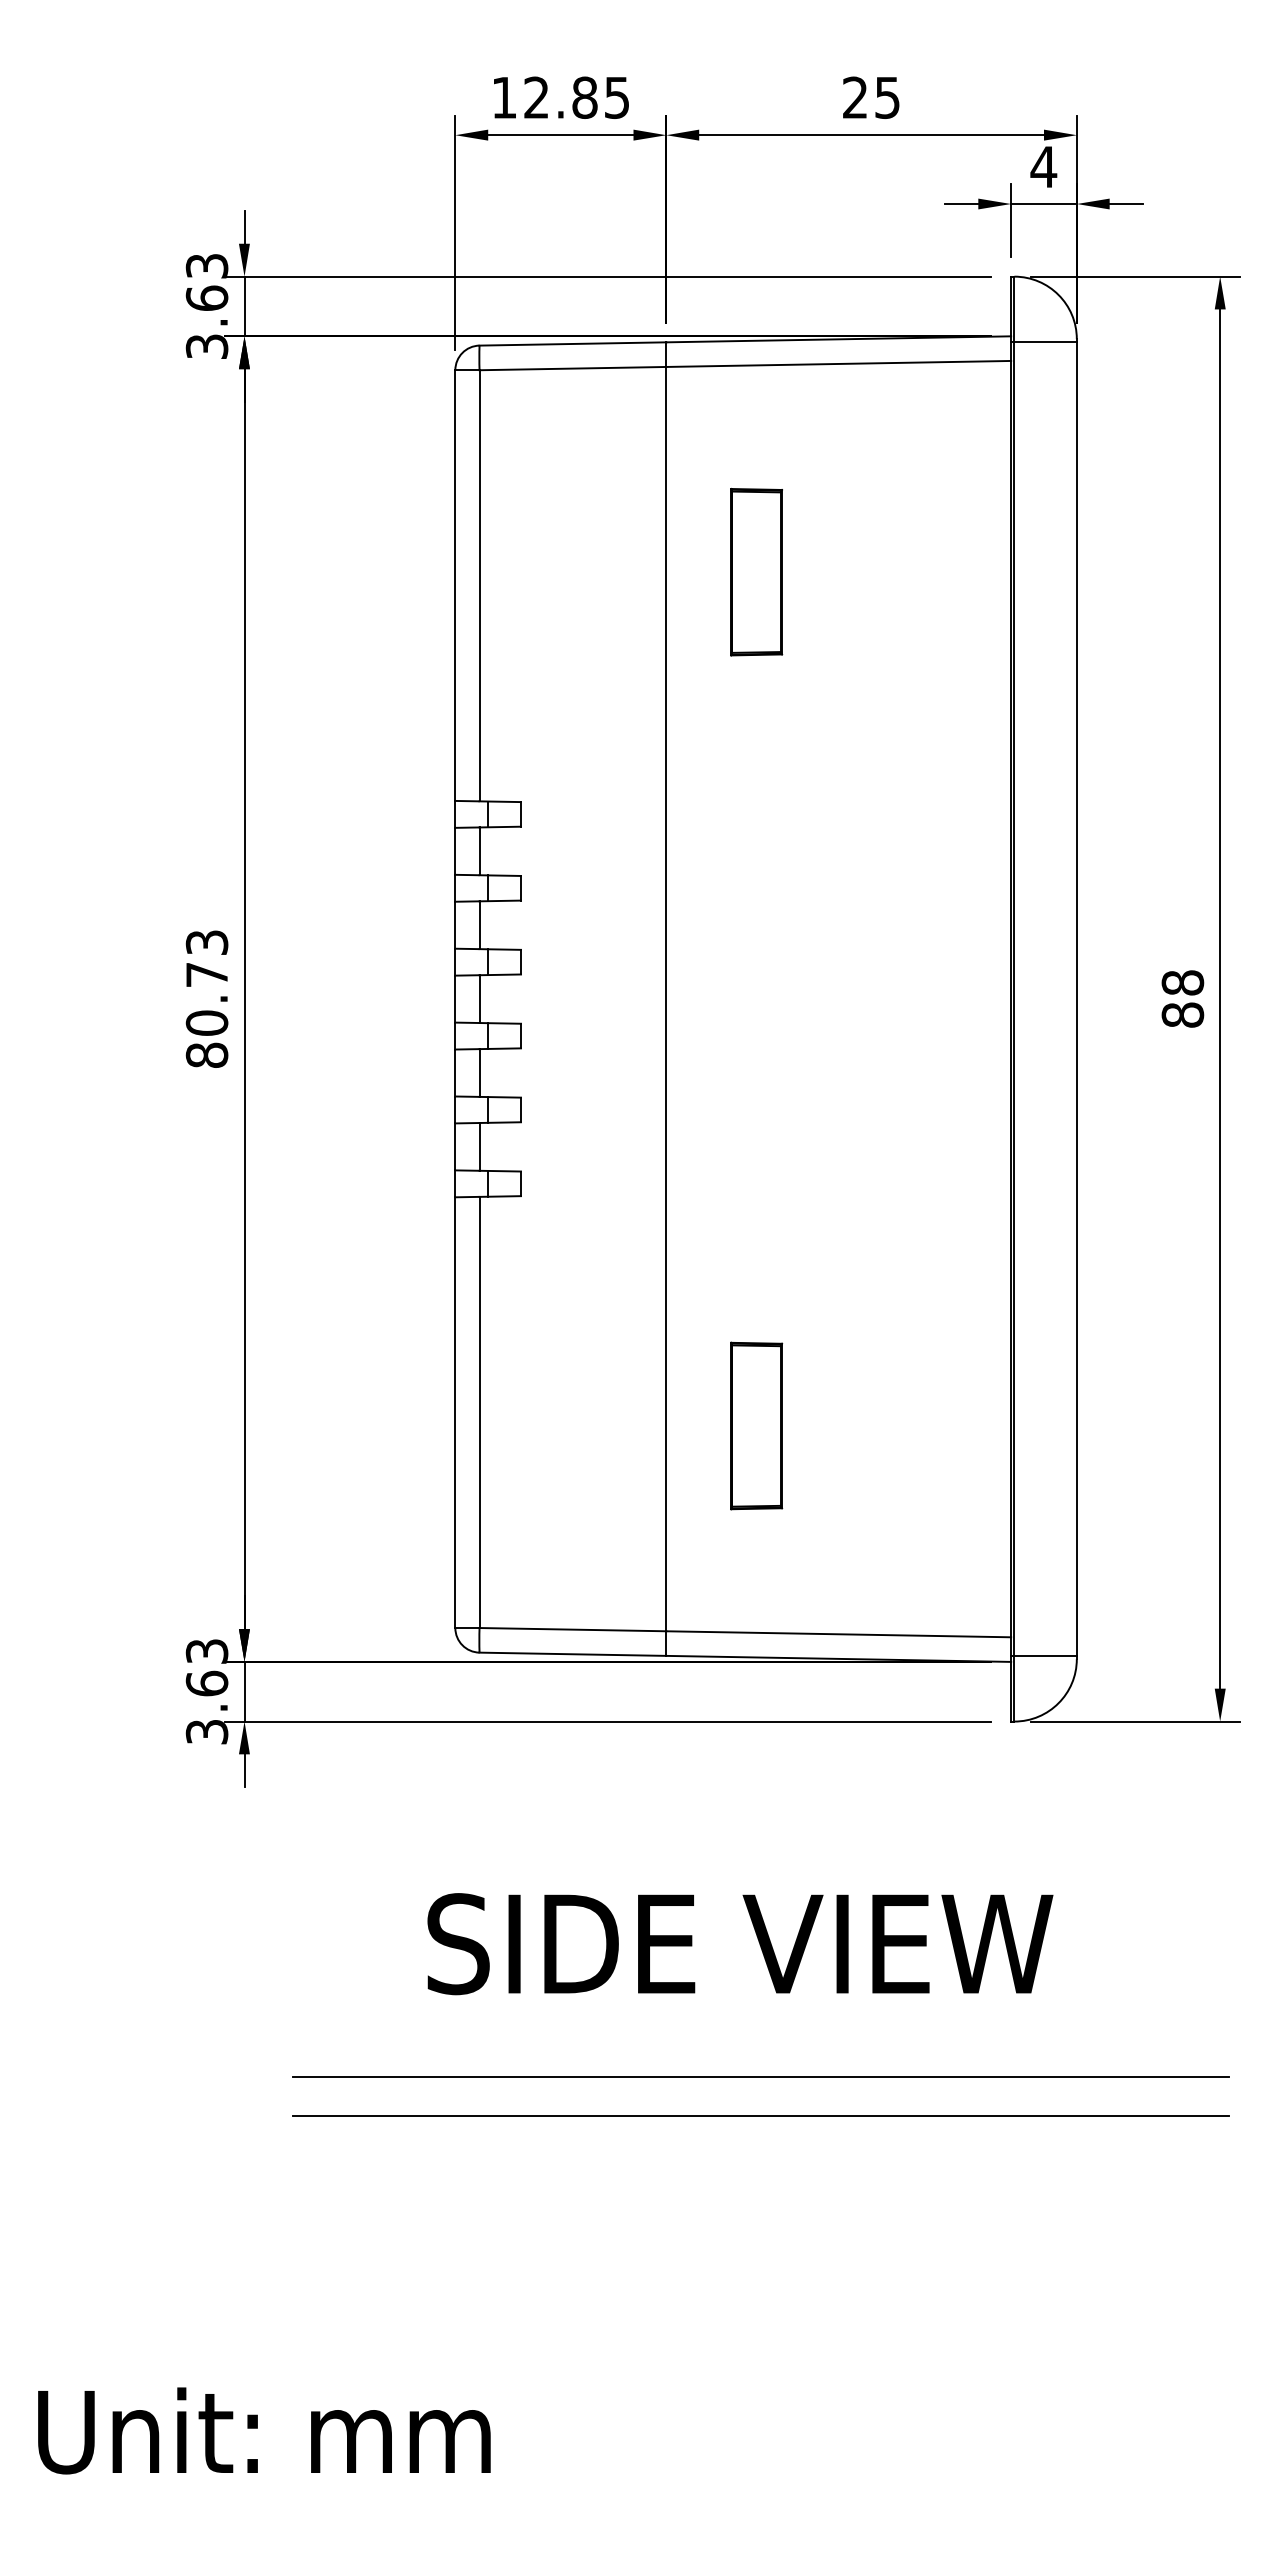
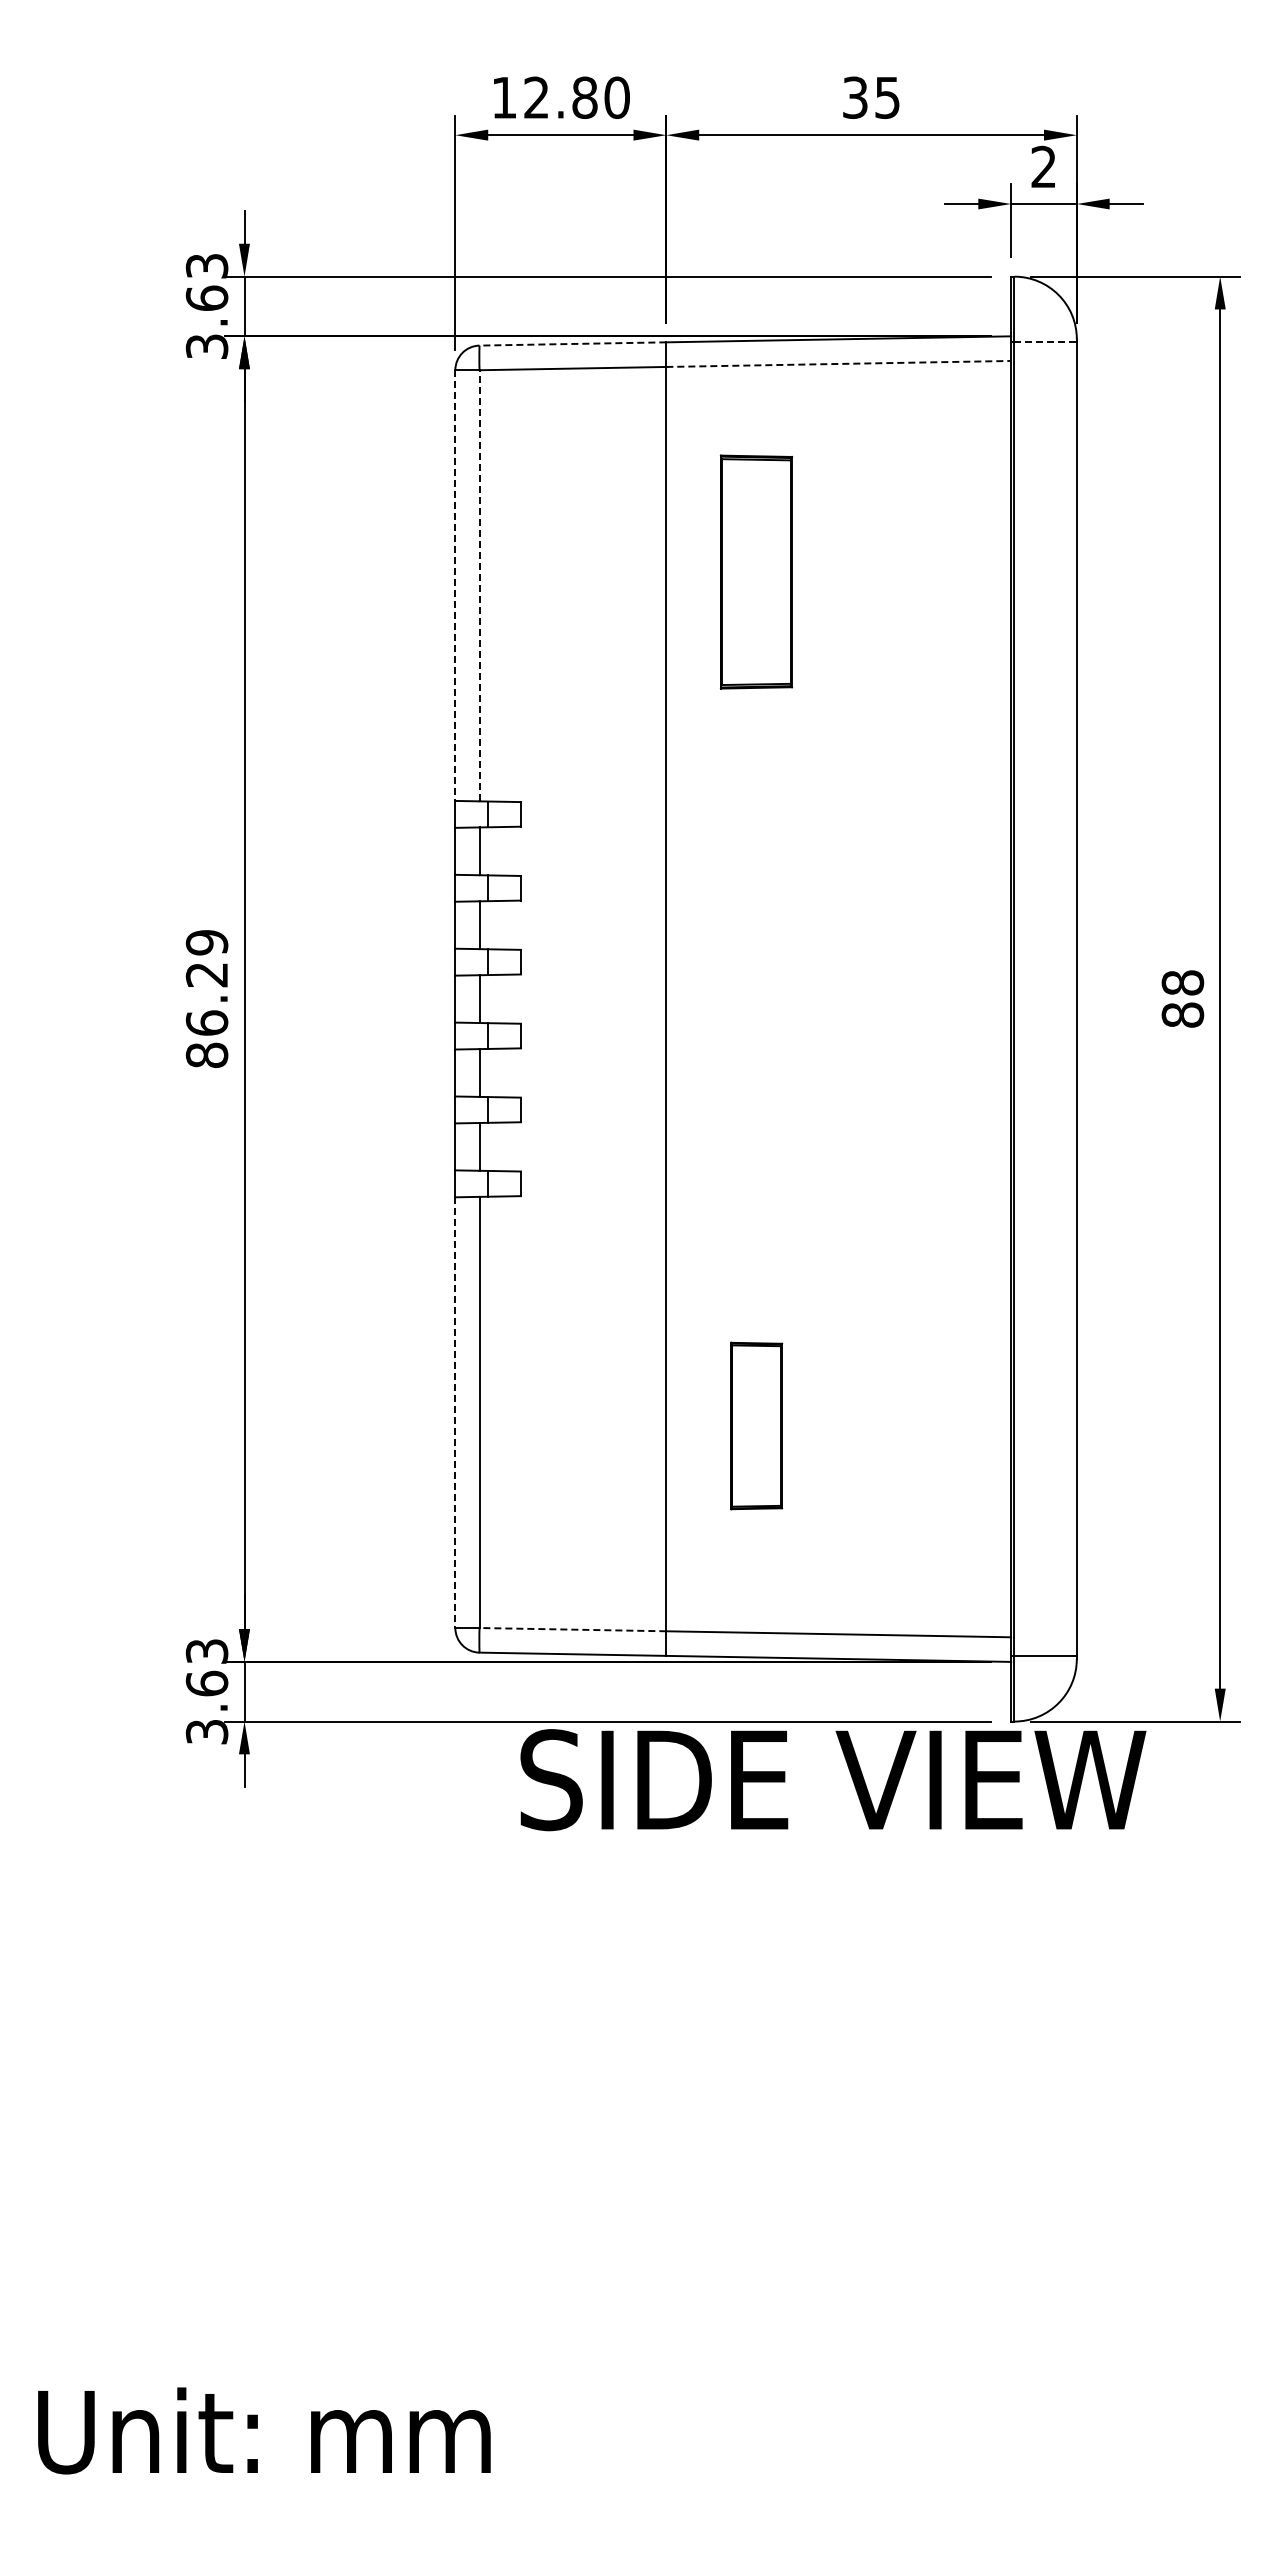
text at (616, 97): 12.85 -> 12.80
text at (855, 97): 25 -> 35
text at (1043, 166): 4 -> 2
line at (1046, 342): solid -> dashed
line at (572, 343): solid -> dashed
line at (839, 363): solid -> dashed
part at (756, 572) size: 54x169 px -> 75x236 px
line at (479, 585): solid -> dashed
line at (455, 586): solid -> dashed
text at (206, 982): 80.73 -> 86.29
line at (455, 1413): solid -> dashed
line at (572, 1629): solid -> dashed
text at (740, 1944) position: (740, 1944) -> (833, 1780)
line at (760, 2077): present -> none
line at (760, 2116): present -> none
